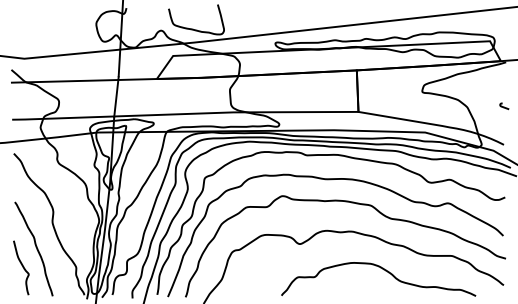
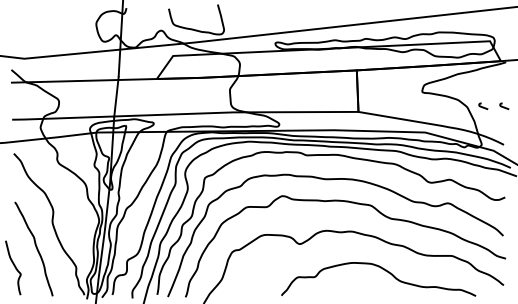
curve at (483, 106): none -> present
curve at (22, 267) position: (22, 267) -> (14, 267)
